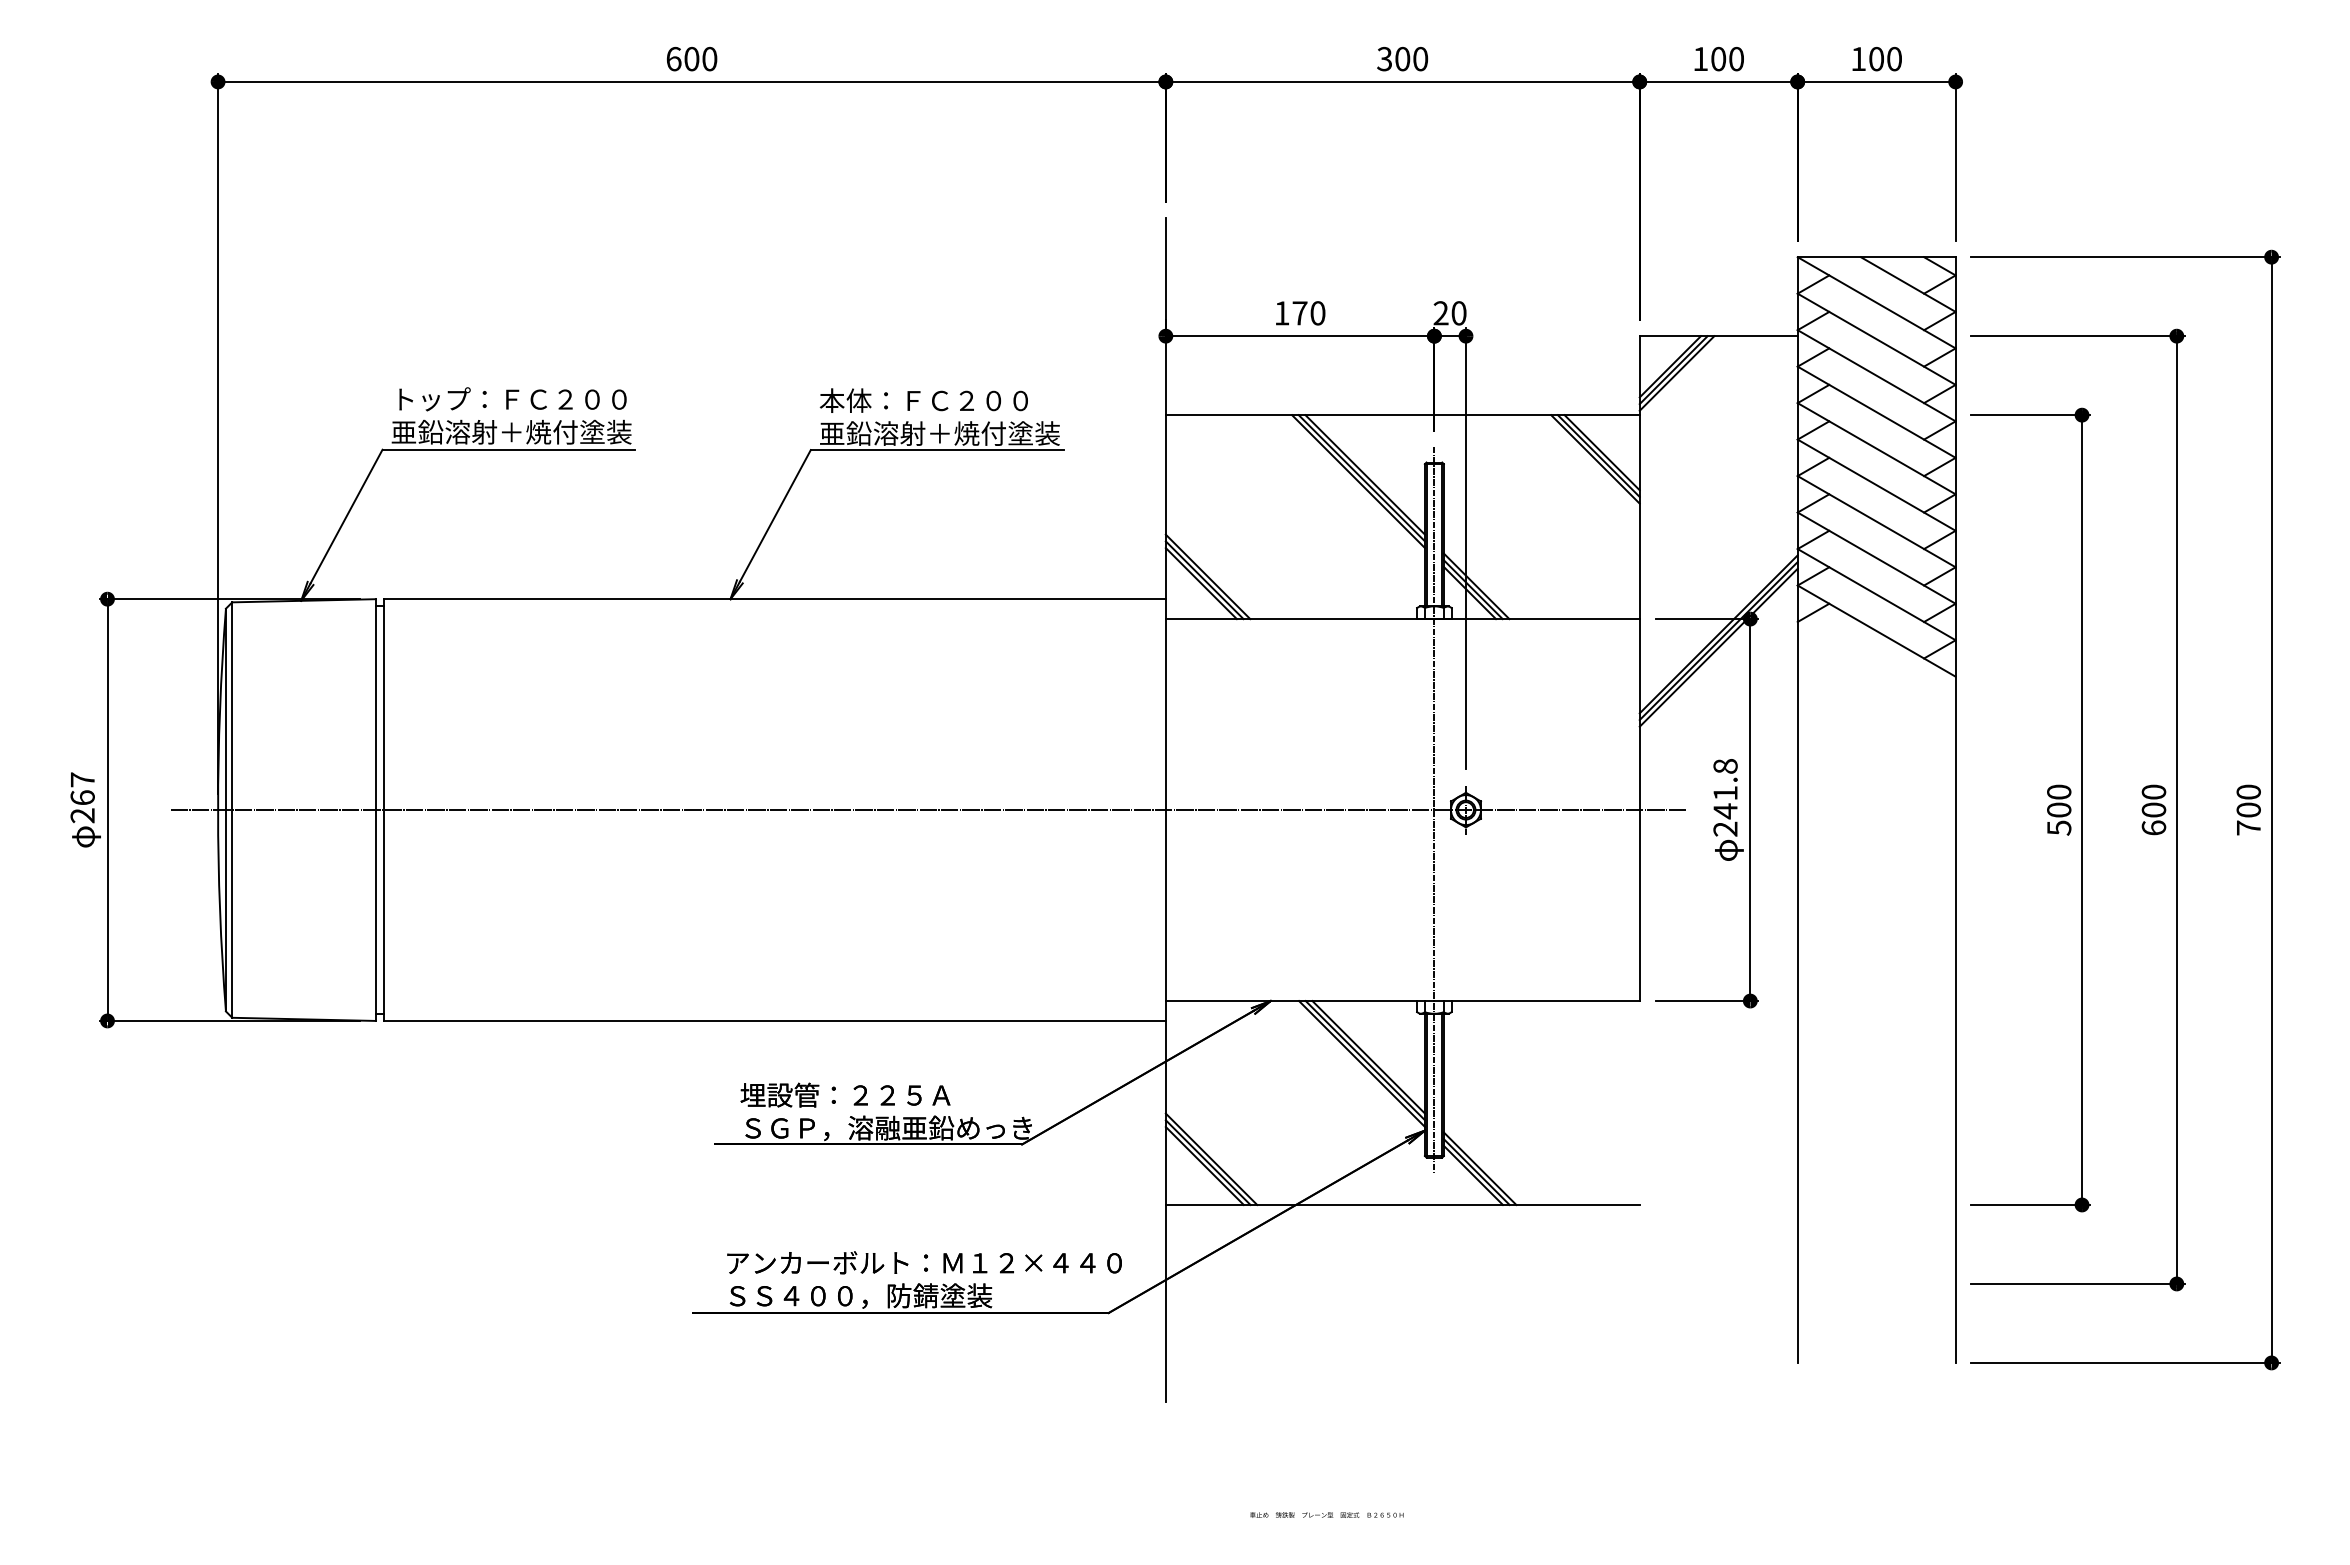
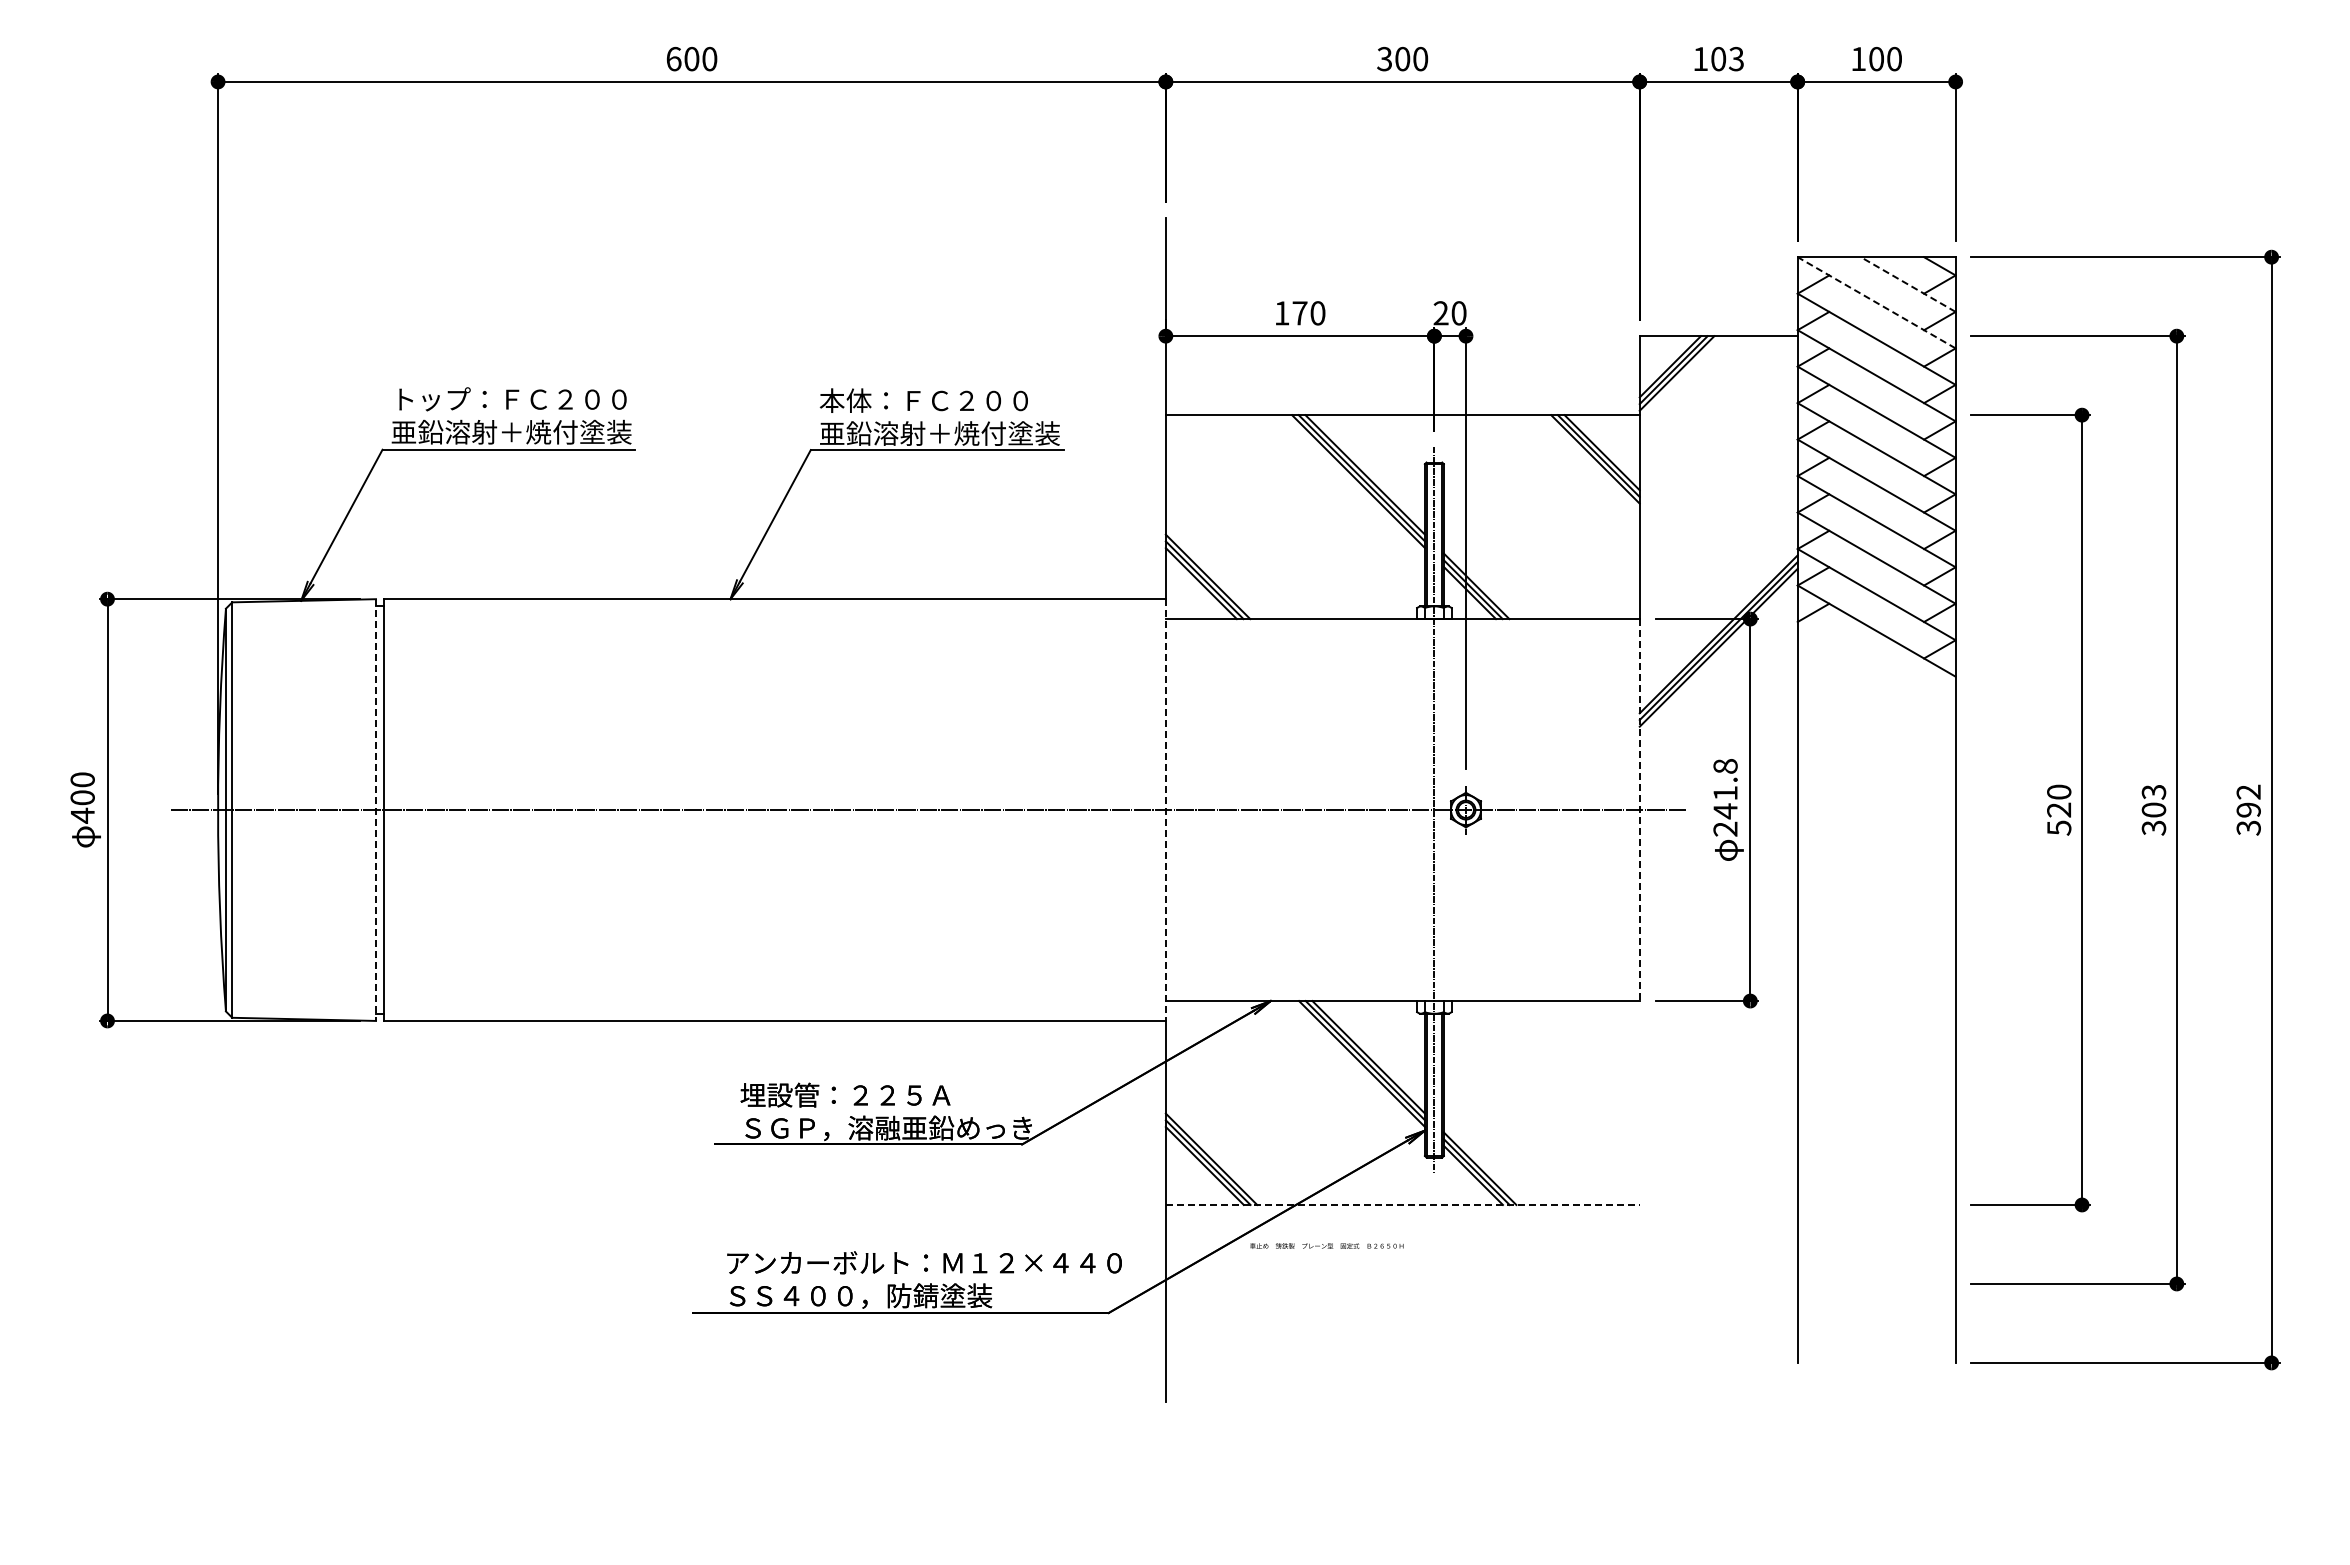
text at (1735, 59): 100 -> 103
line at (1908, 284): solid -> dashed
line at (1876, 302): solid -> dashed
text at (82, 797): 267 -> 400
text at (2059, 809): 500 -> 520
text at (2153, 809): 600 -> 303
text at (2248, 809): 700 -> 392
line at (376, 810): solid -> dashed
line at (1165, 810): solid -> dashed
line at (1639, 810): solid -> dashed
line at (1402, 1204): solid -> dashed
text at (1326, 1514) position: (1326, 1514) -> (1326, 1245)
